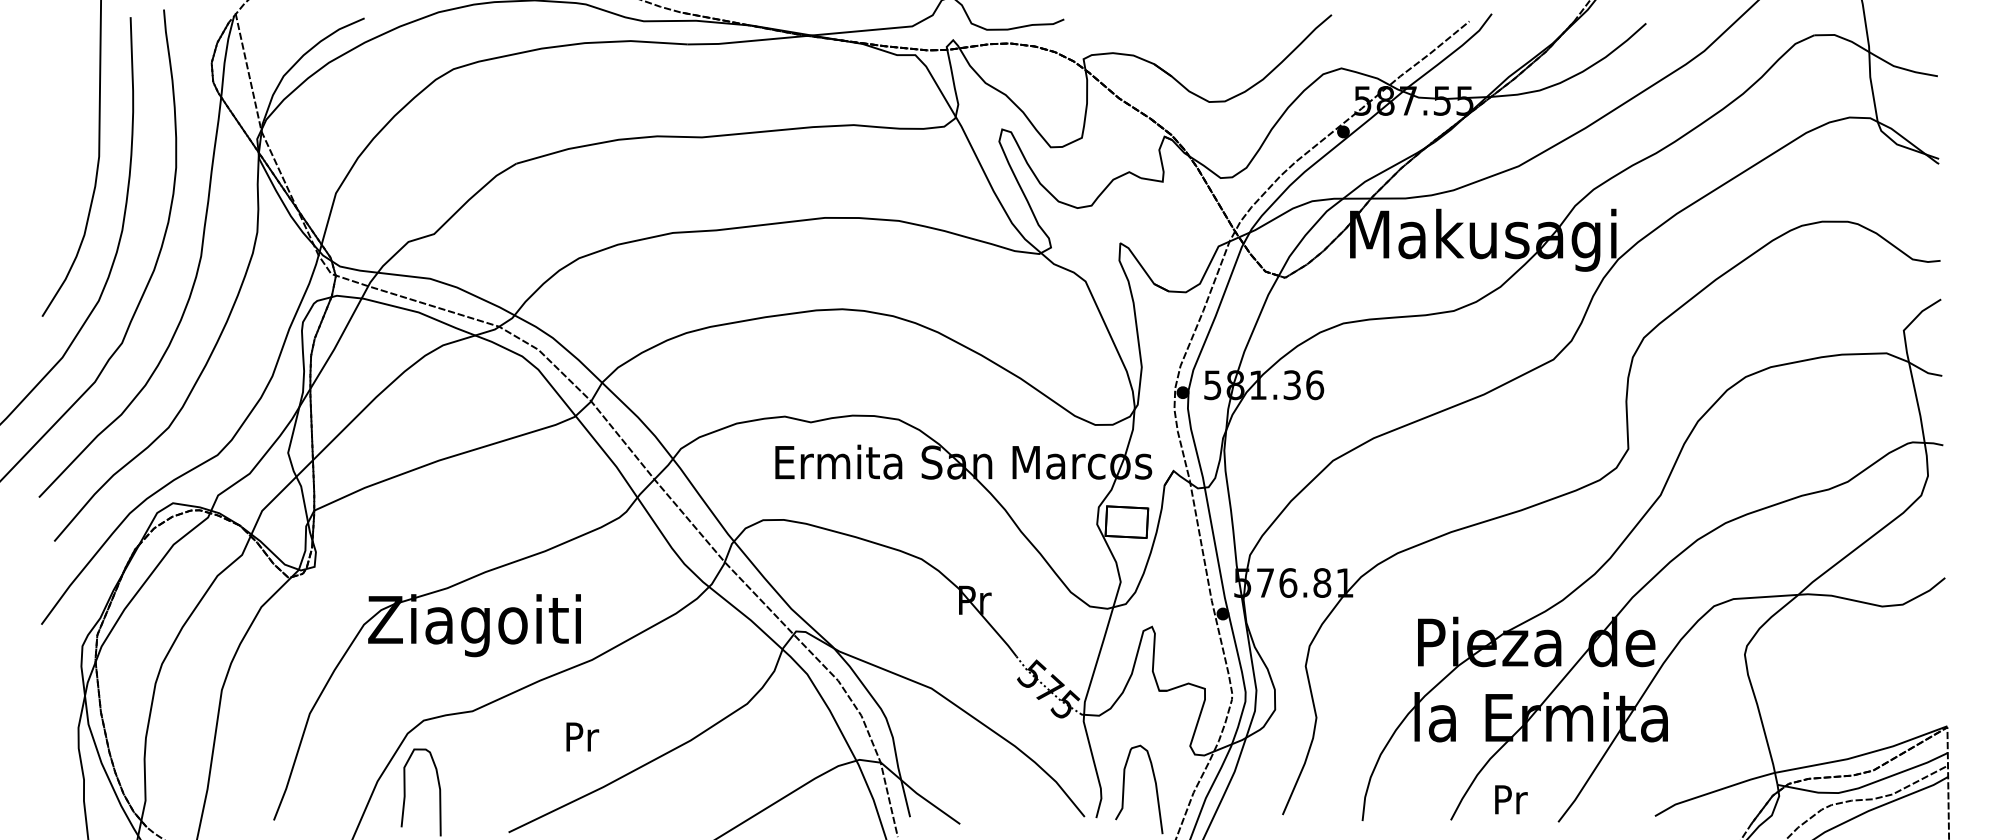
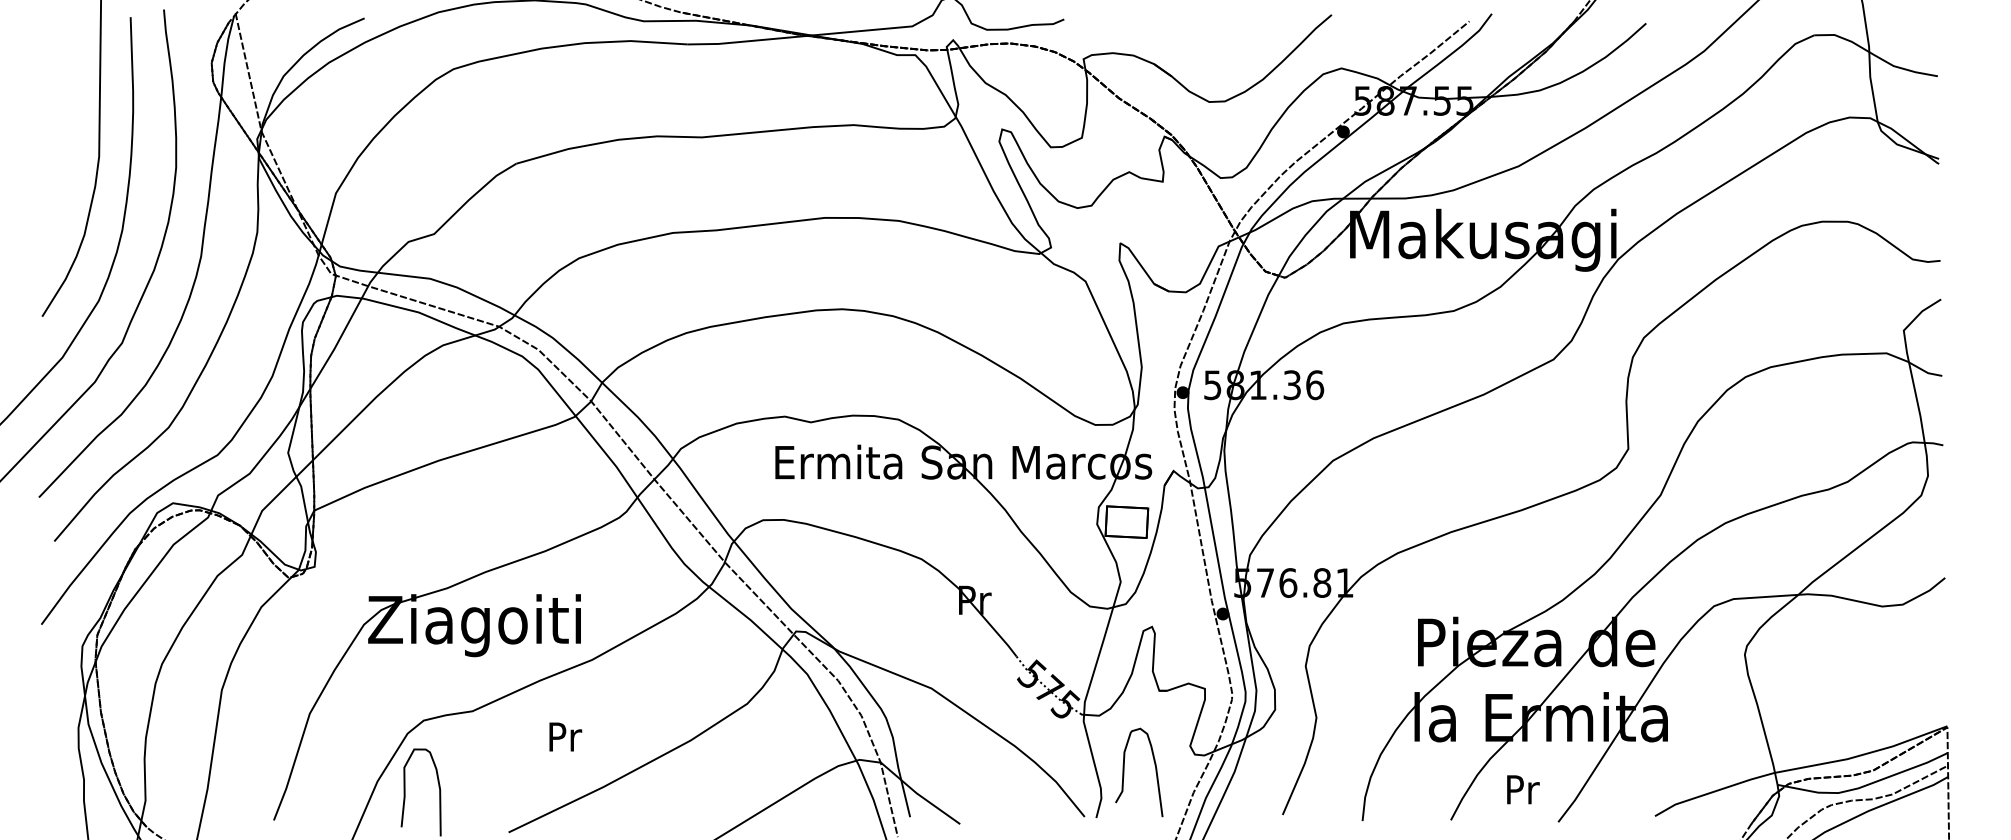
text at (582, 736) position: (582, 736) -> (565, 736)
curve at (1124, 789) position: (1124, 789) -> (1124, 772)
text at (1511, 799) position: (1511, 799) -> (1523, 789)
